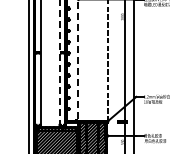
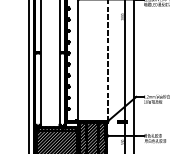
line at (77, 61): dashed -> solid
line at (59, 63): dashed -> solid
